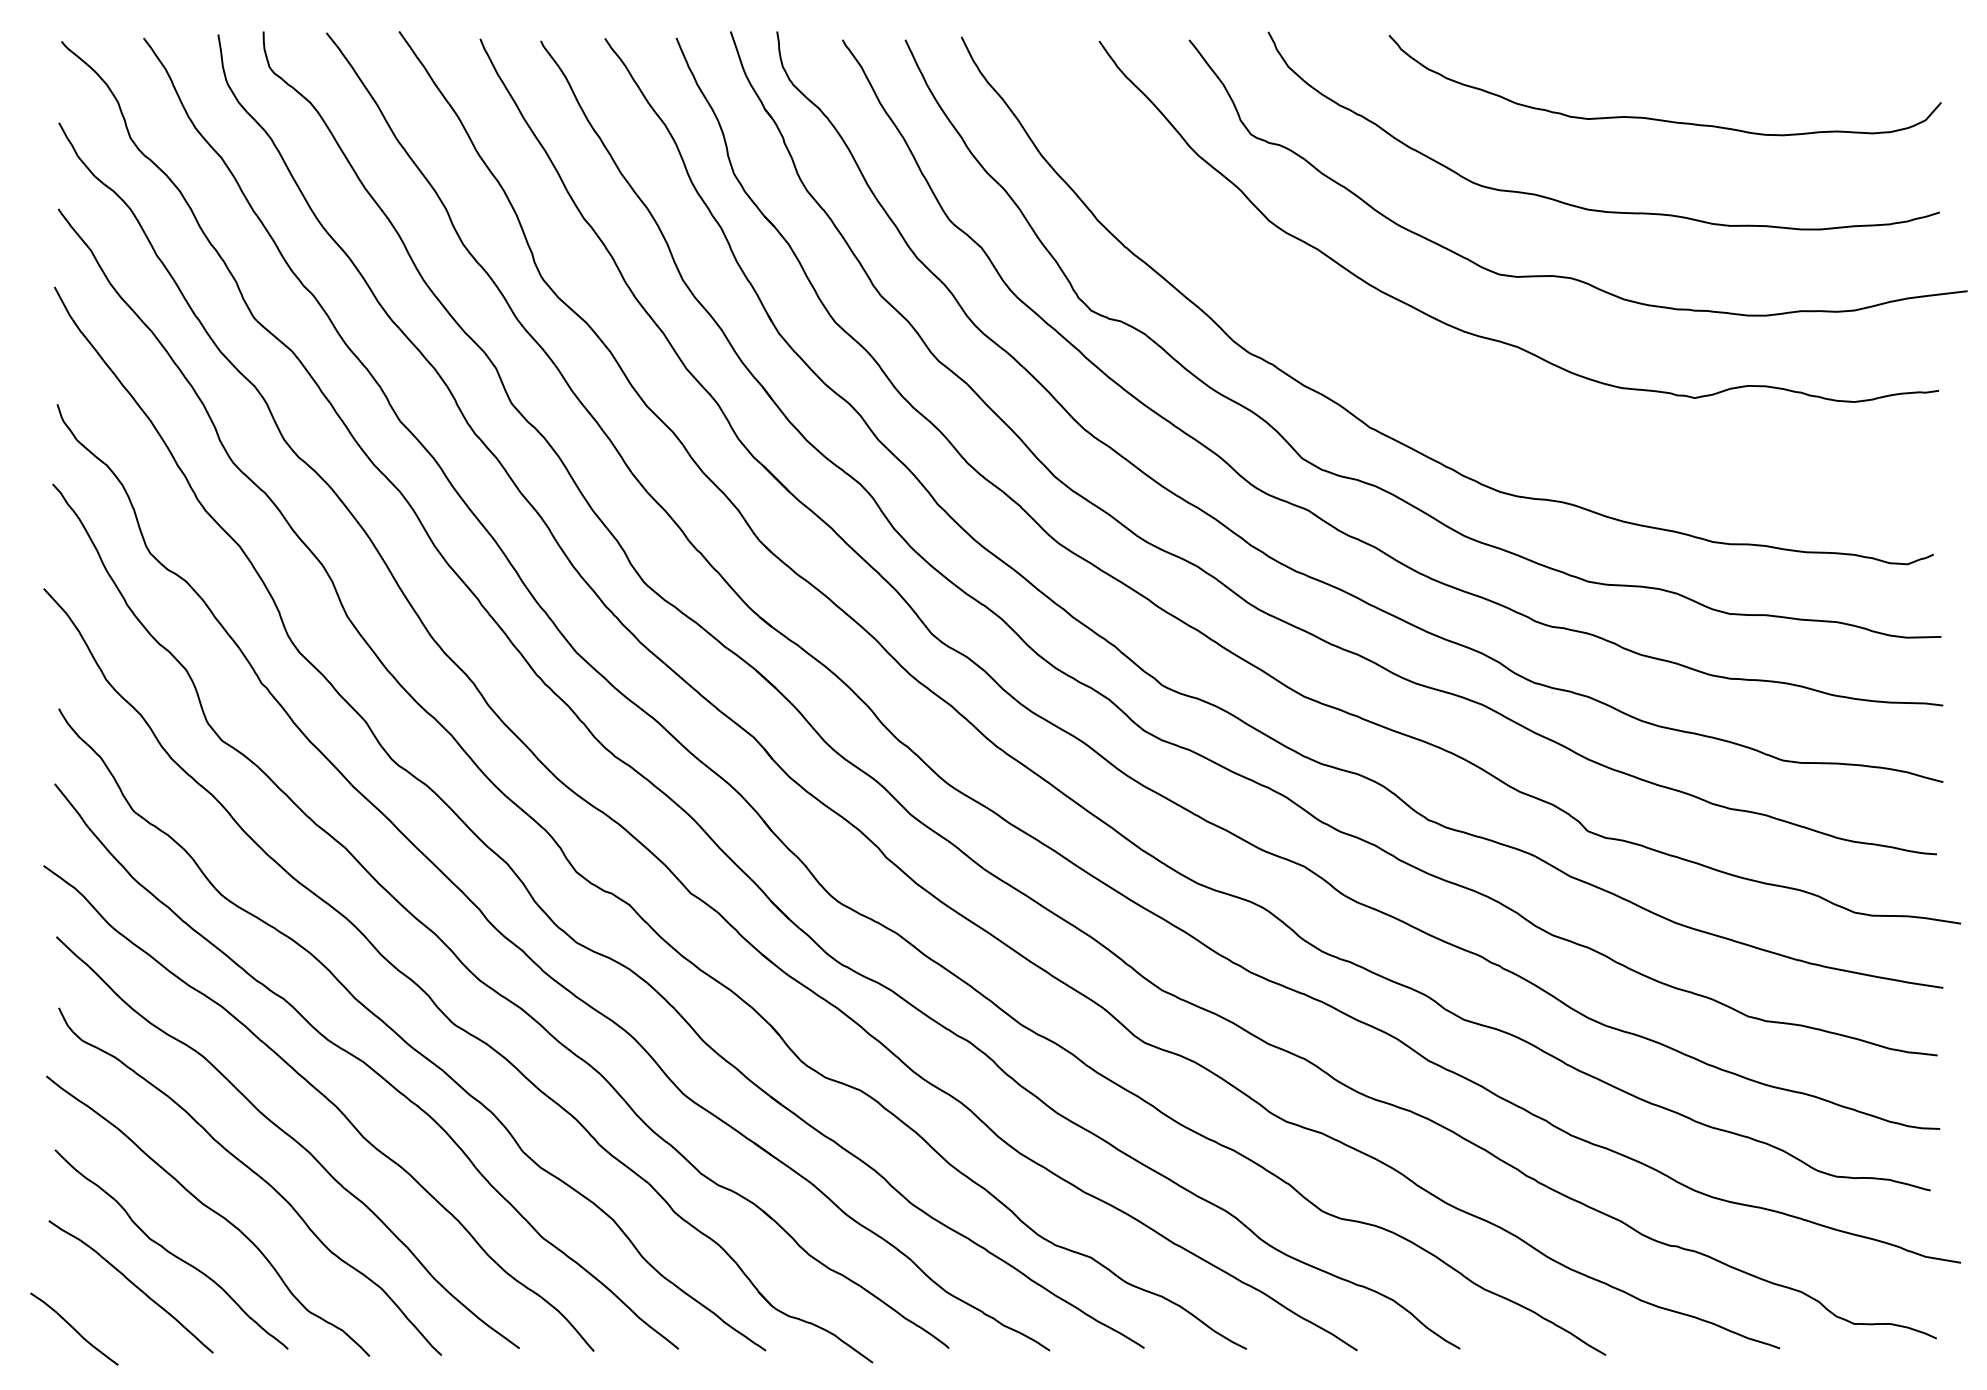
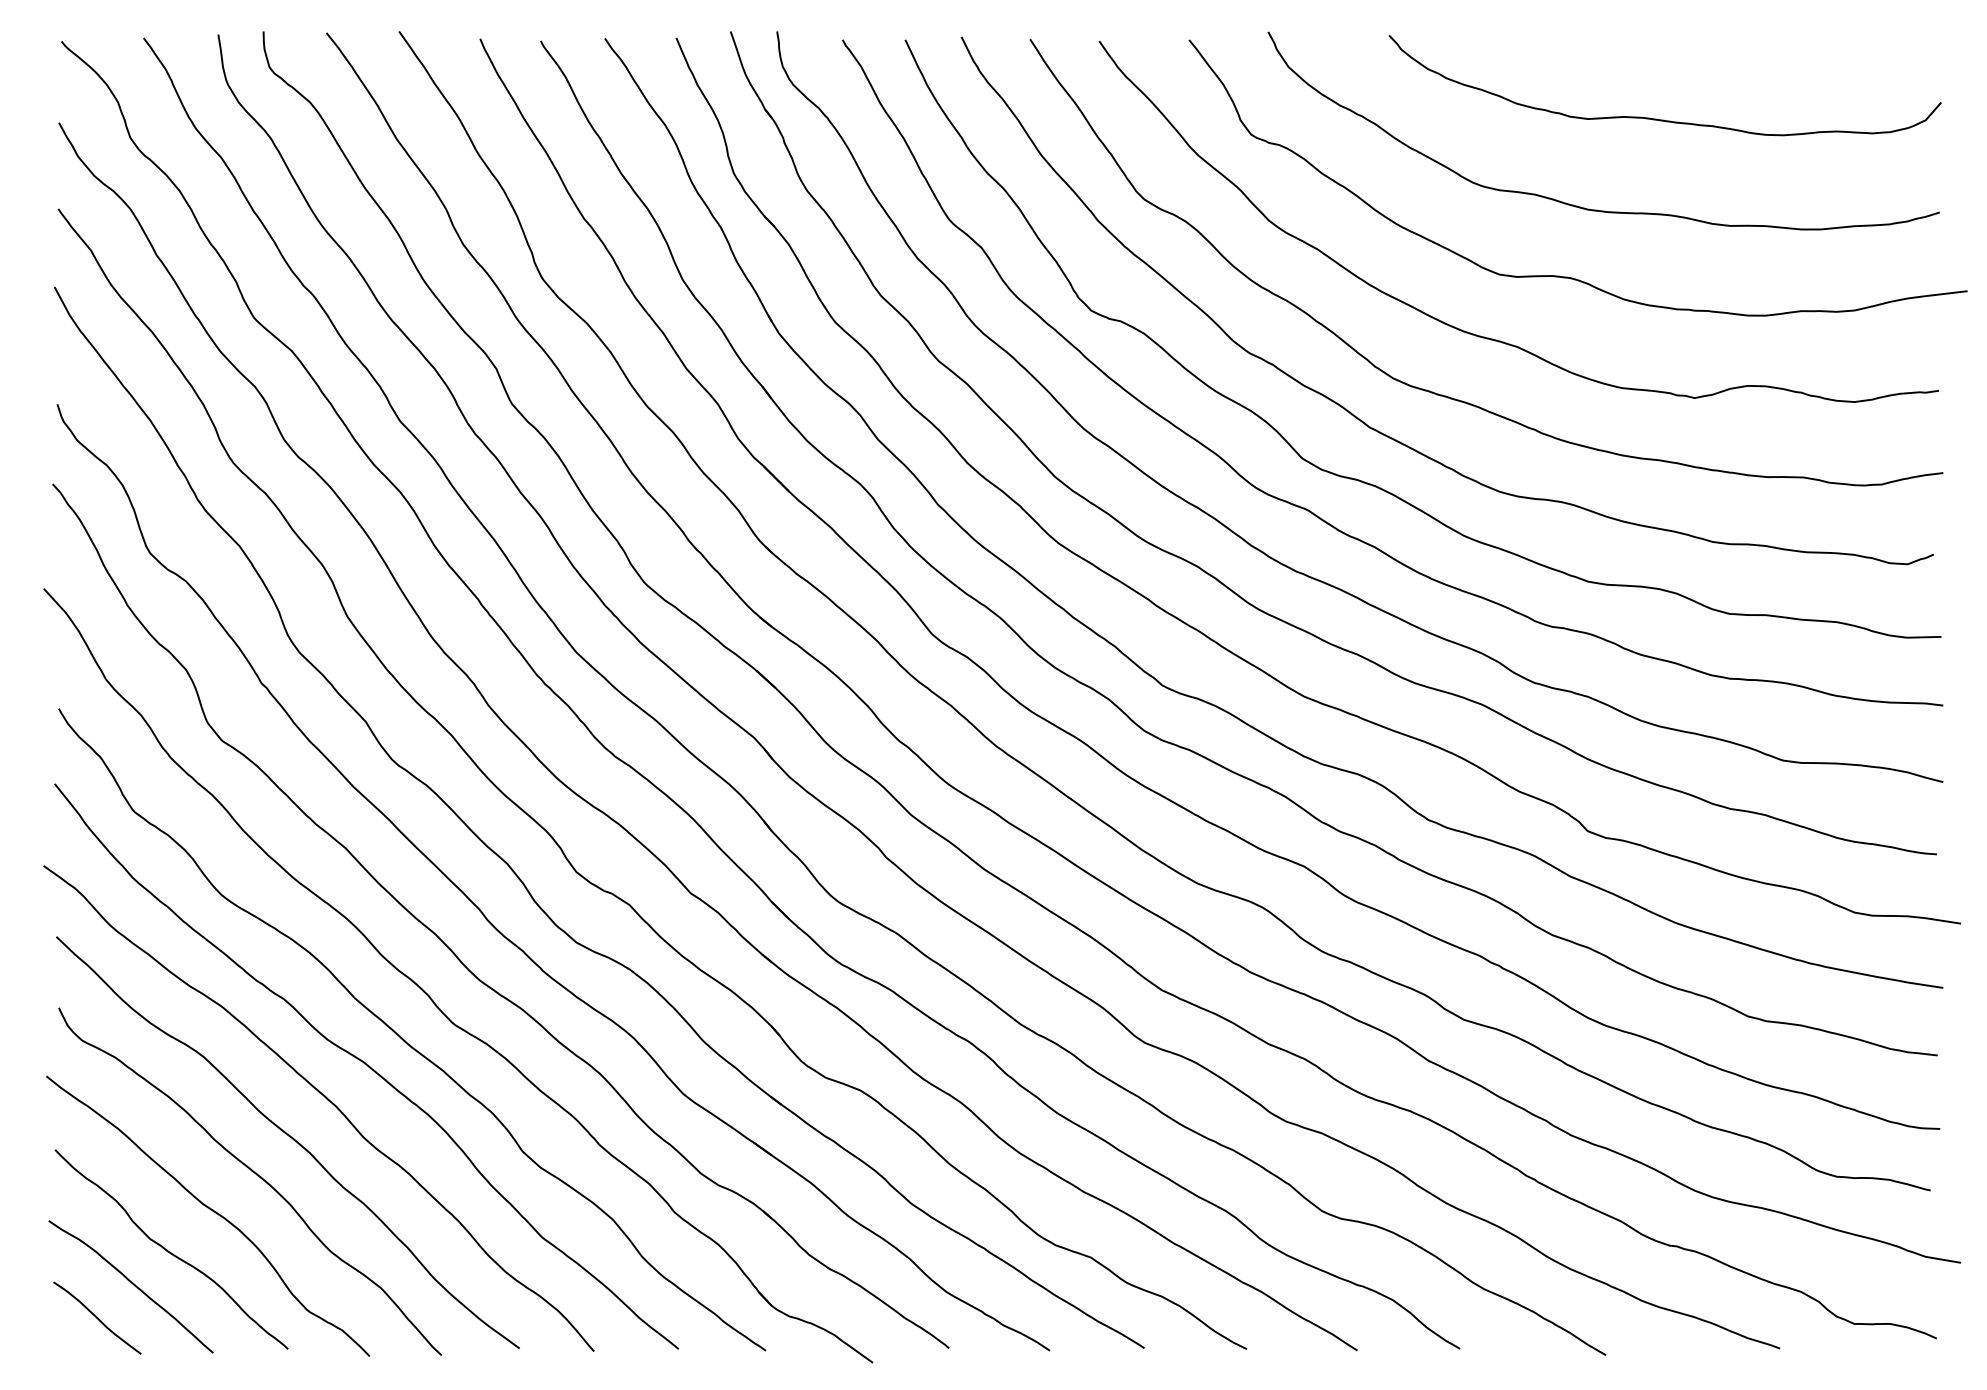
curve at (1446, 395): none -> present
curve at (74, 1328) position: (74, 1328) -> (97, 1317)
